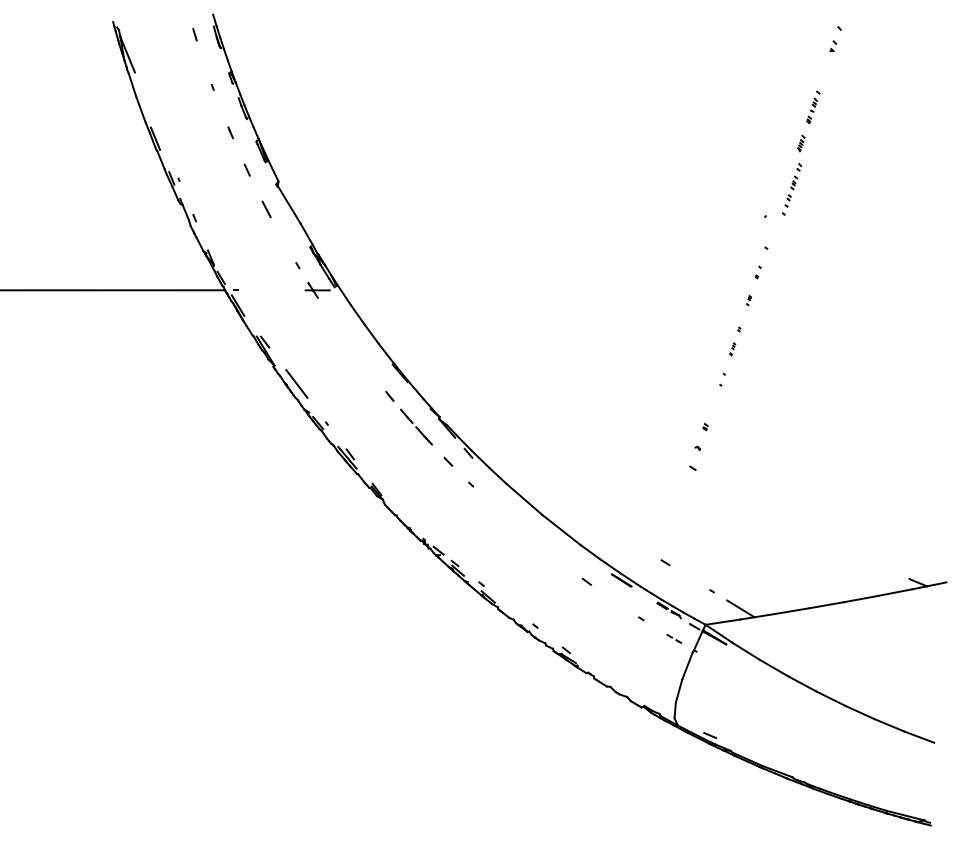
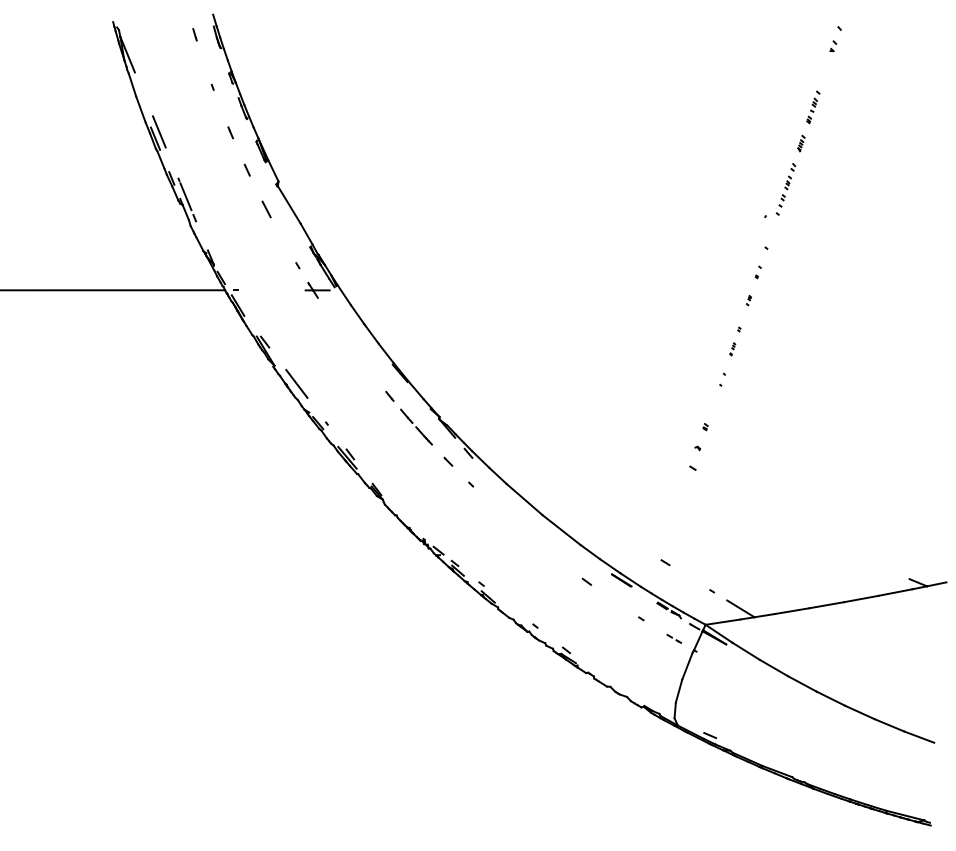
line at (158, 131): none -> present
part at (791, 189) position: (791, 189) -> (785, 189)
line at (185, 196): none -> present
